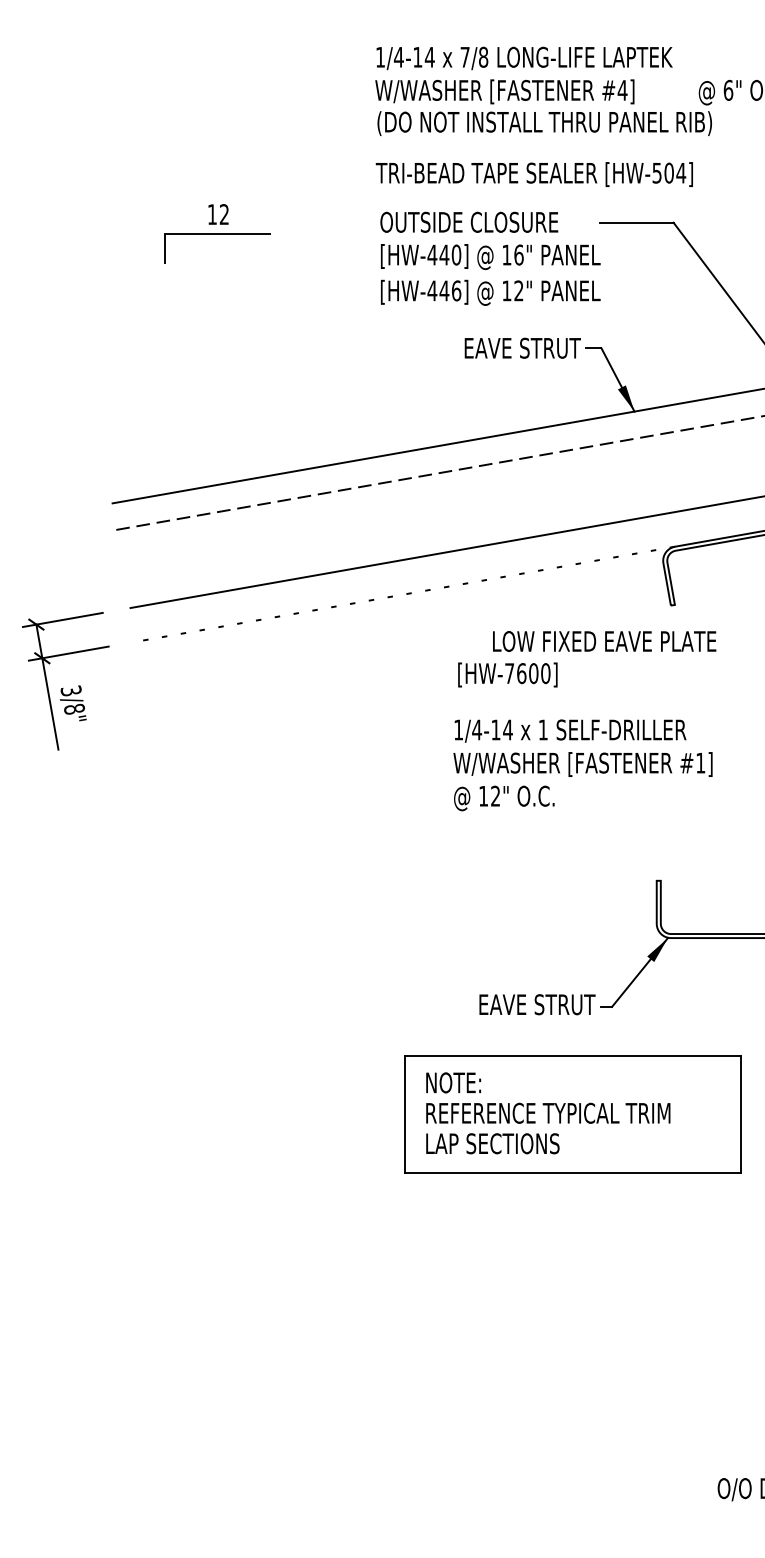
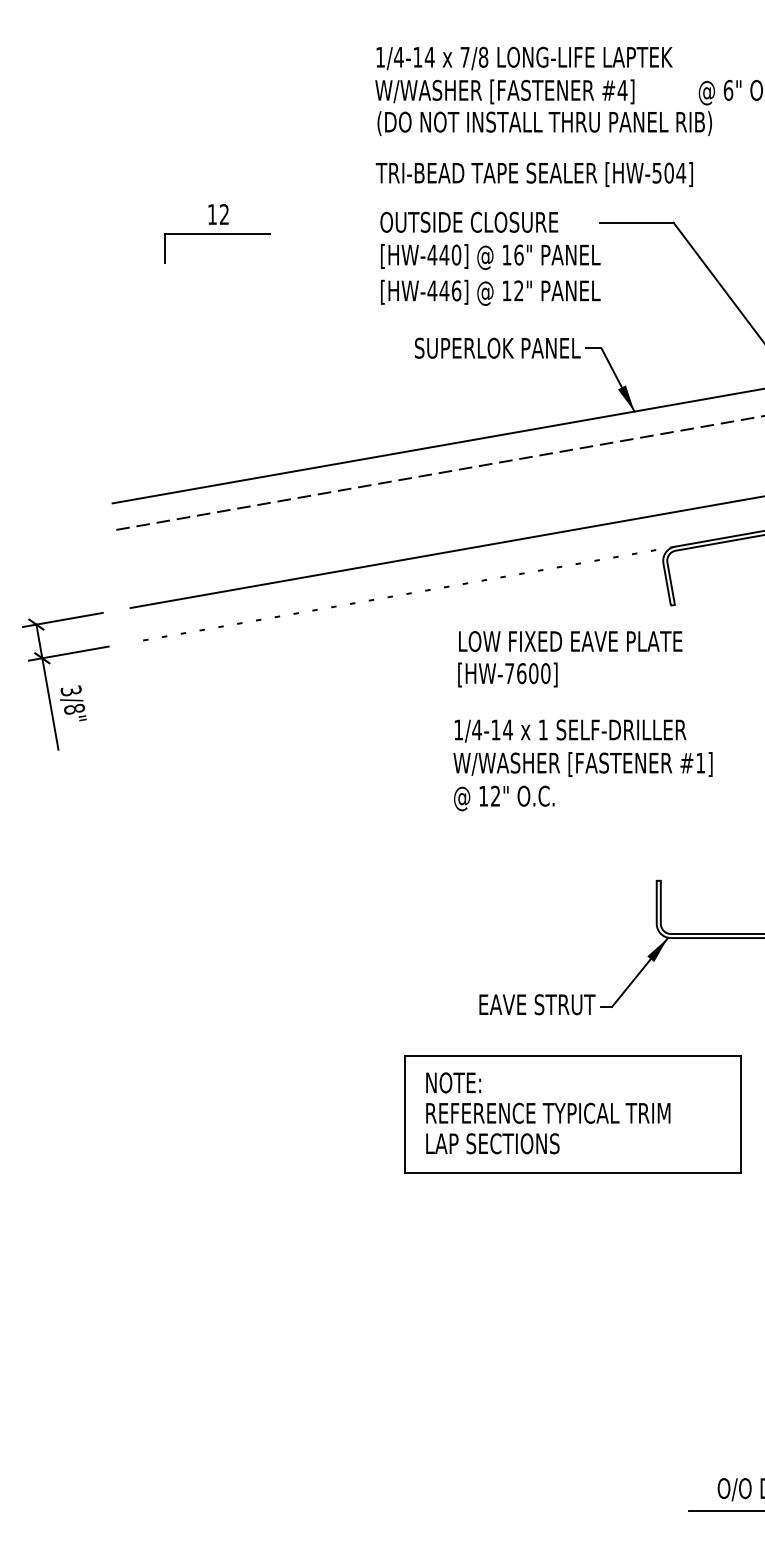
text at (497, 347): EAVE STRUT -> SUPERLOK PANEL
text at (604, 641) position: (604, 641) -> (570, 641)
line at (724, 1511): none -> present
